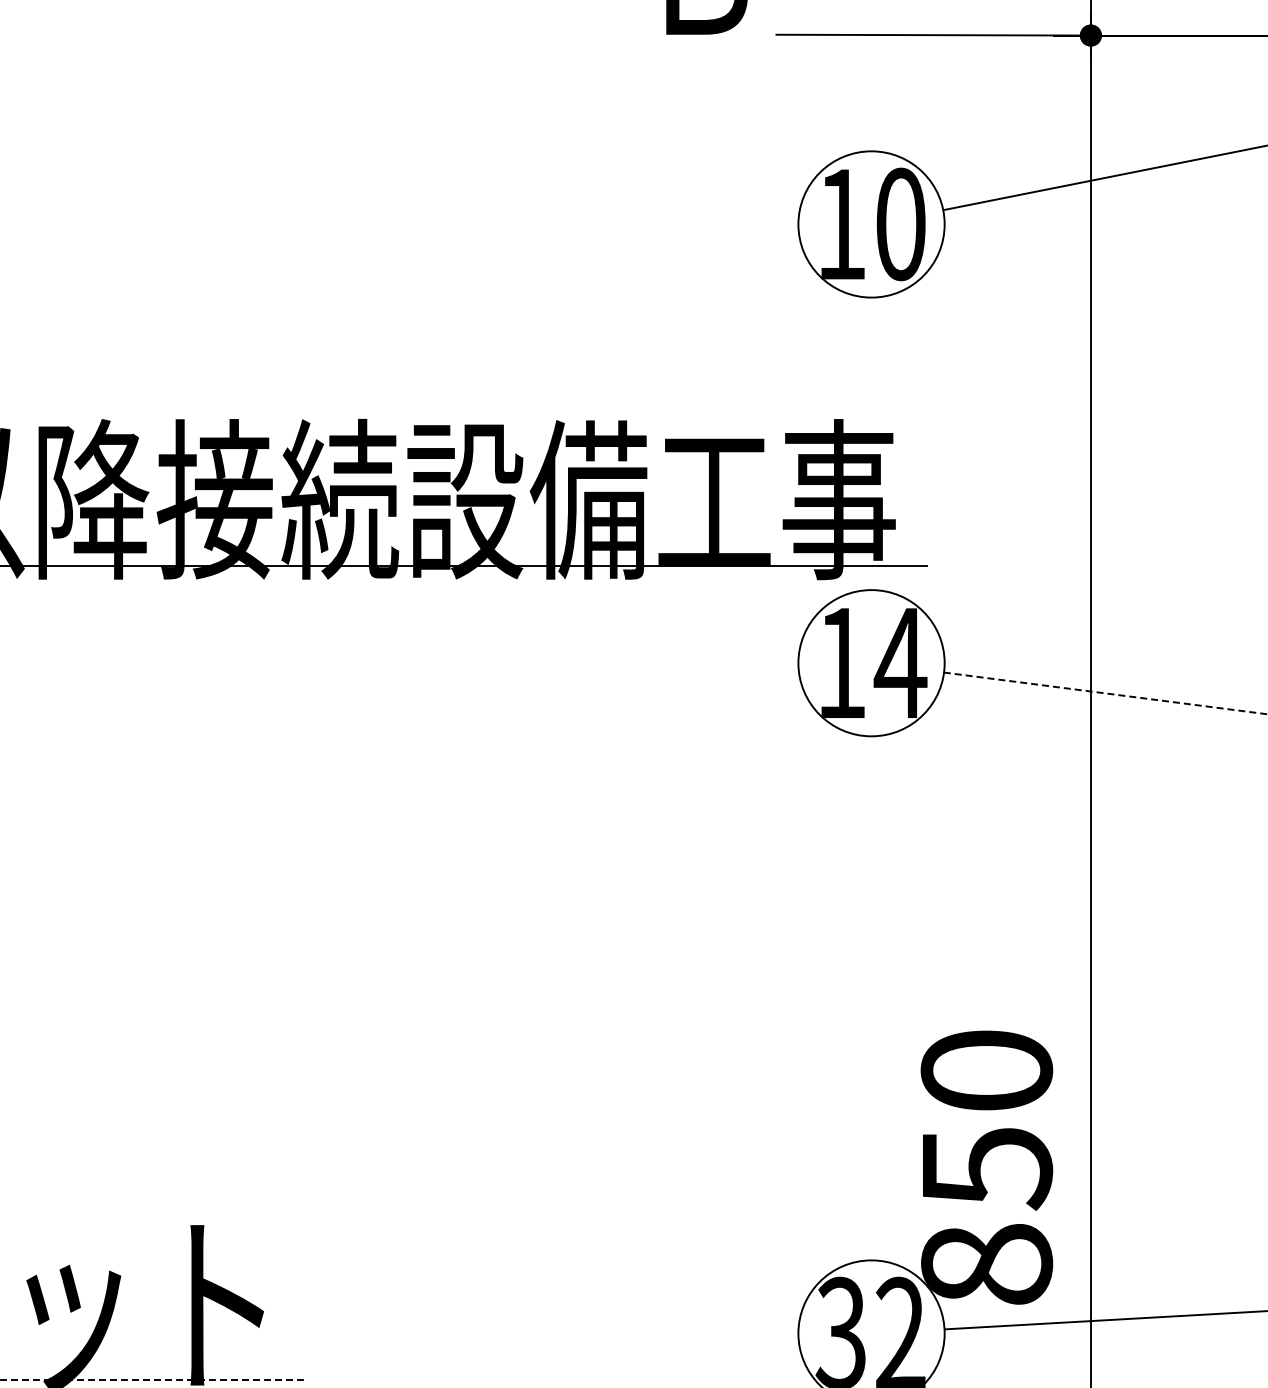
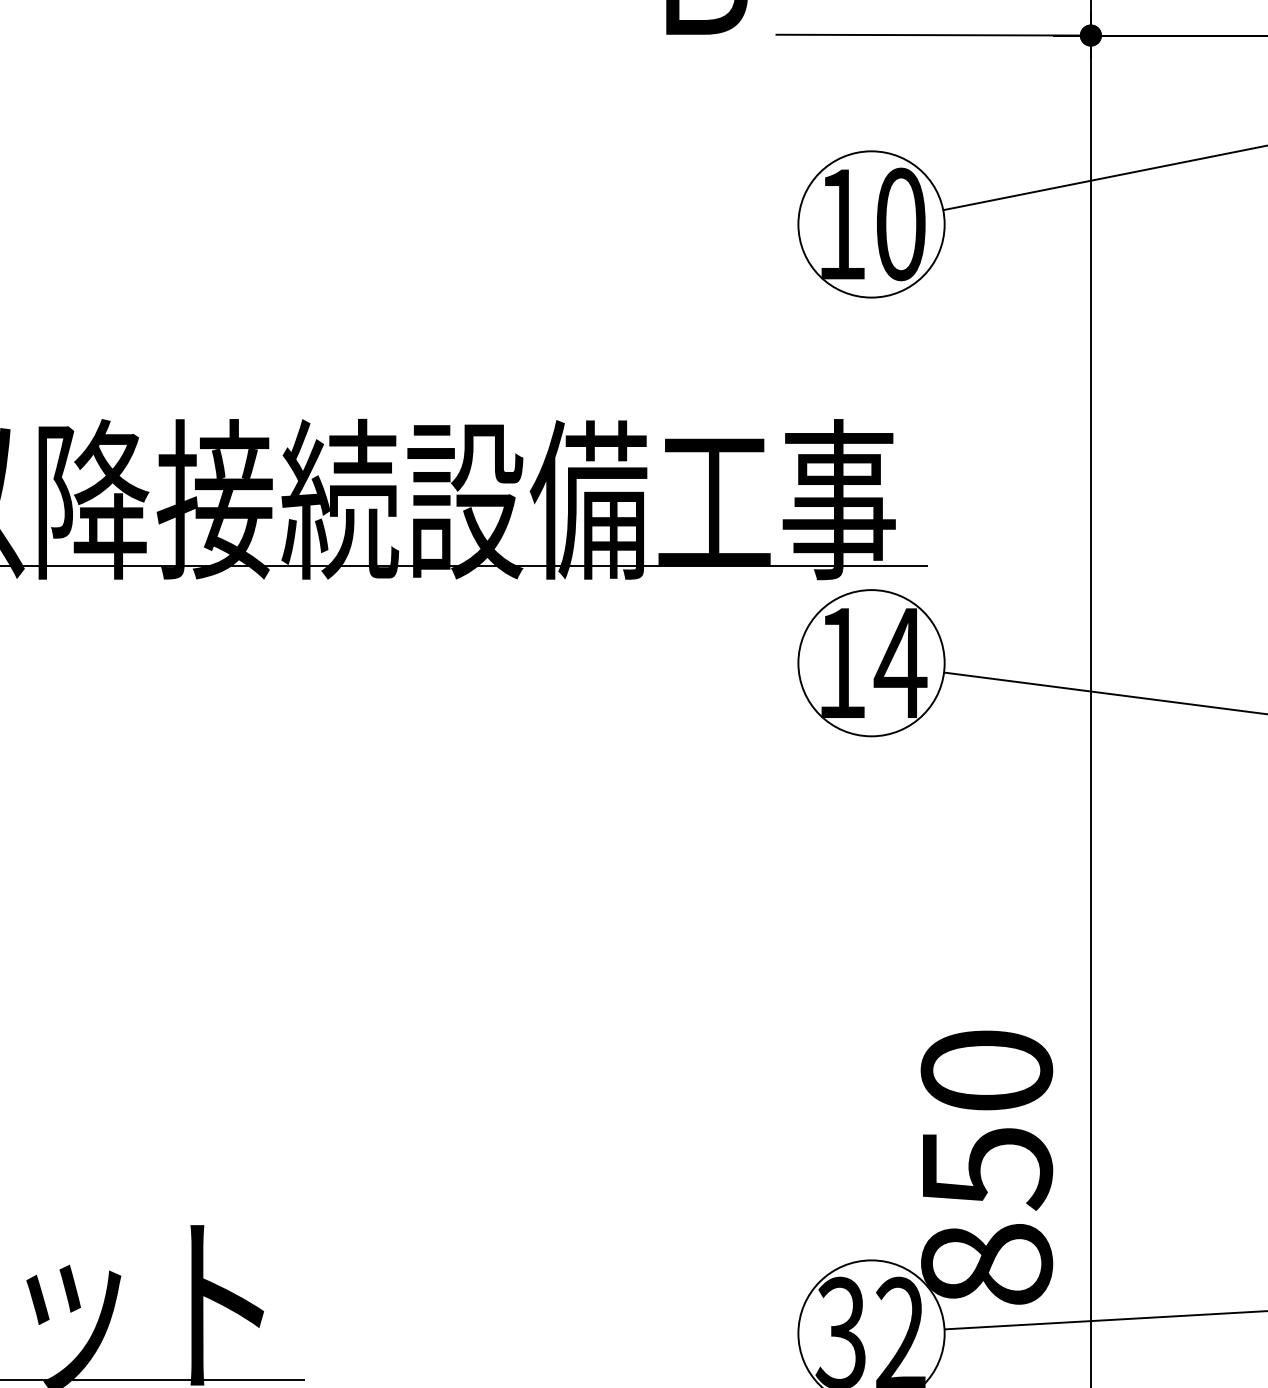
line at (1105, 693): dashed -> solid
line at (152, 1379): dashed -> solid
